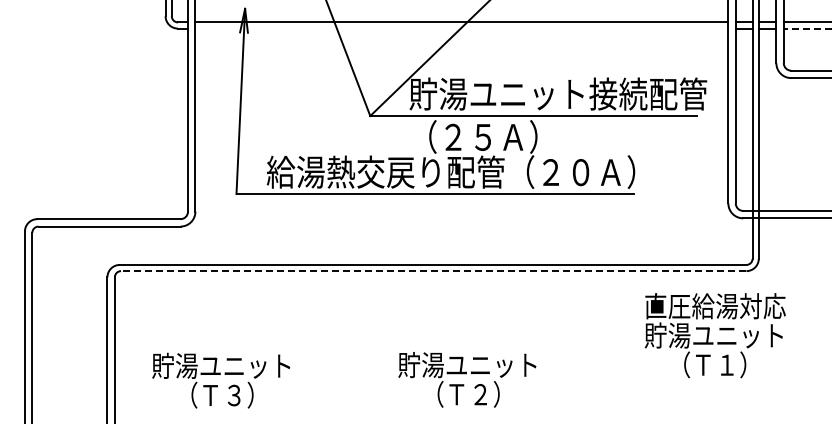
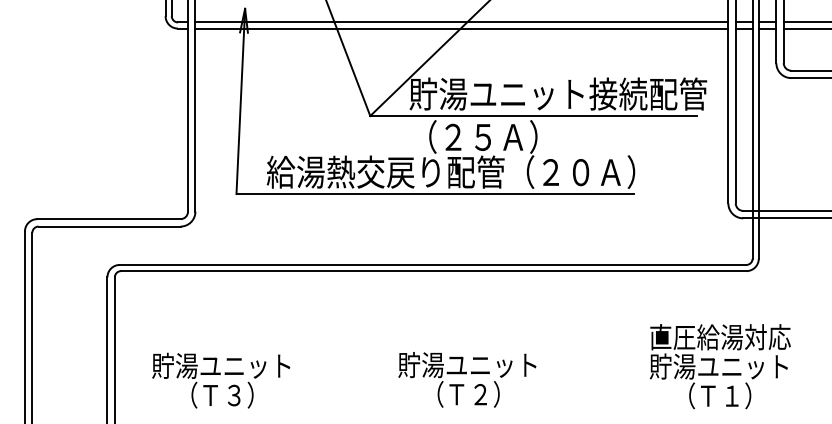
line at (461, 28): none -> present
line at (807, 28): dashed -> solid
line at (433, 271): dashed -> solid
text at (714, 335) position: (714, 335) -> (719, 366)
